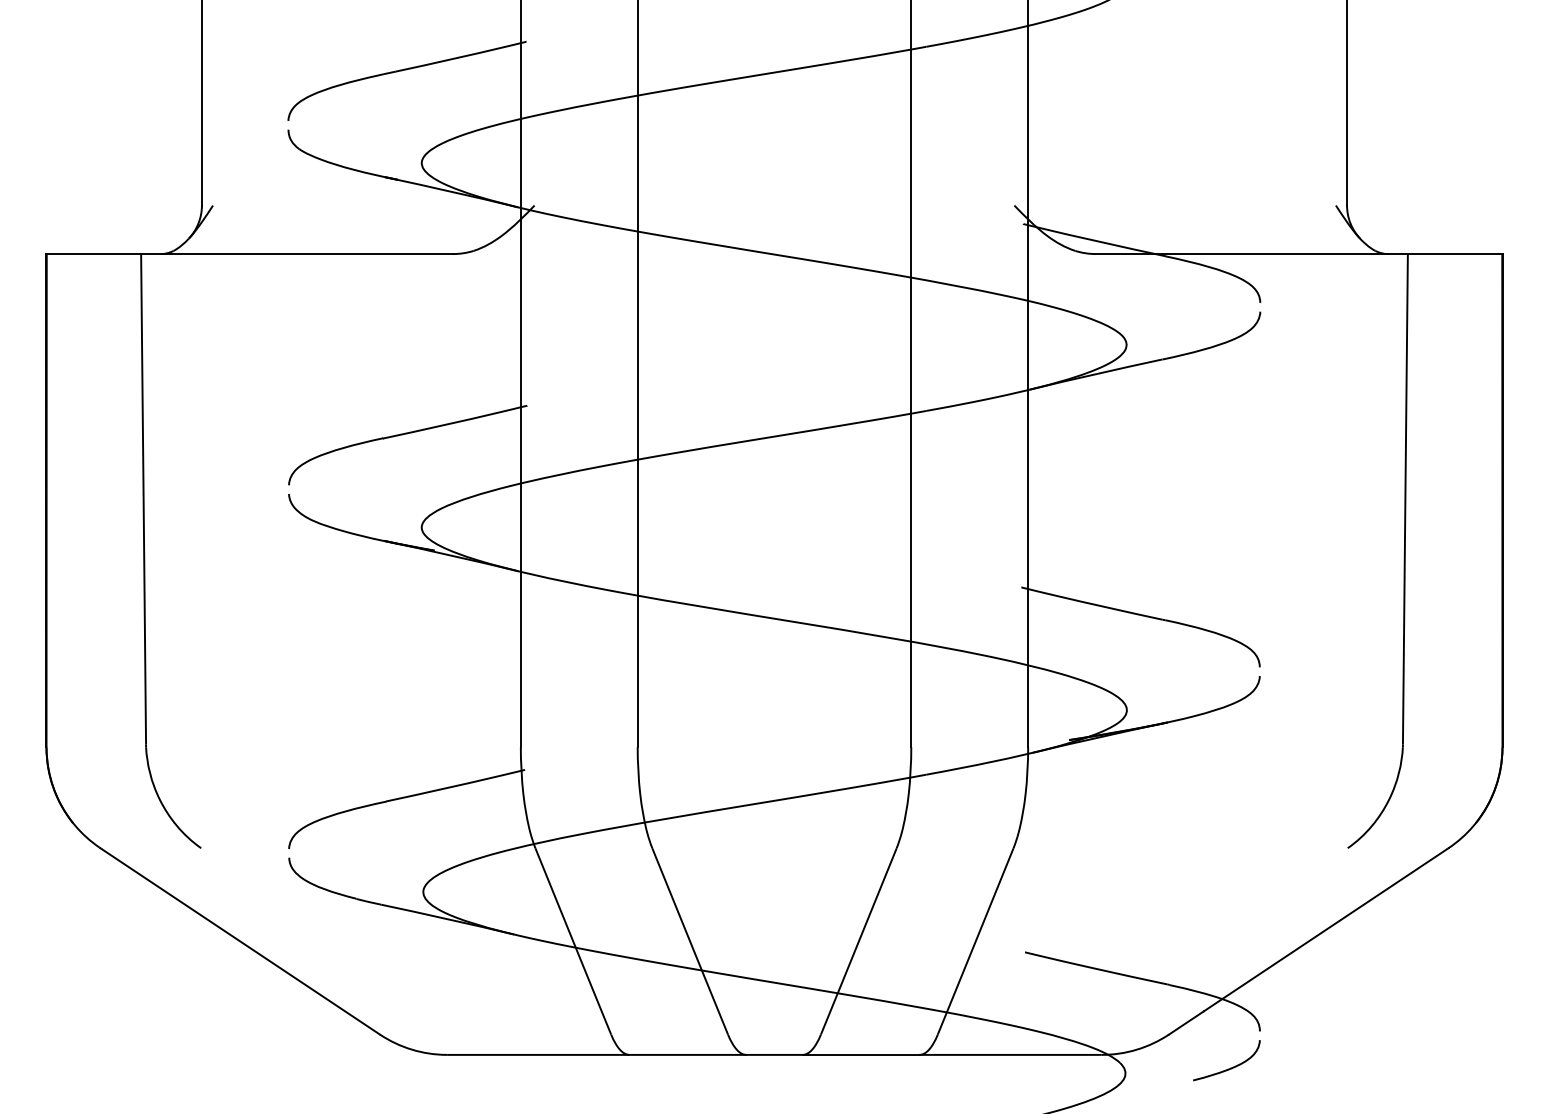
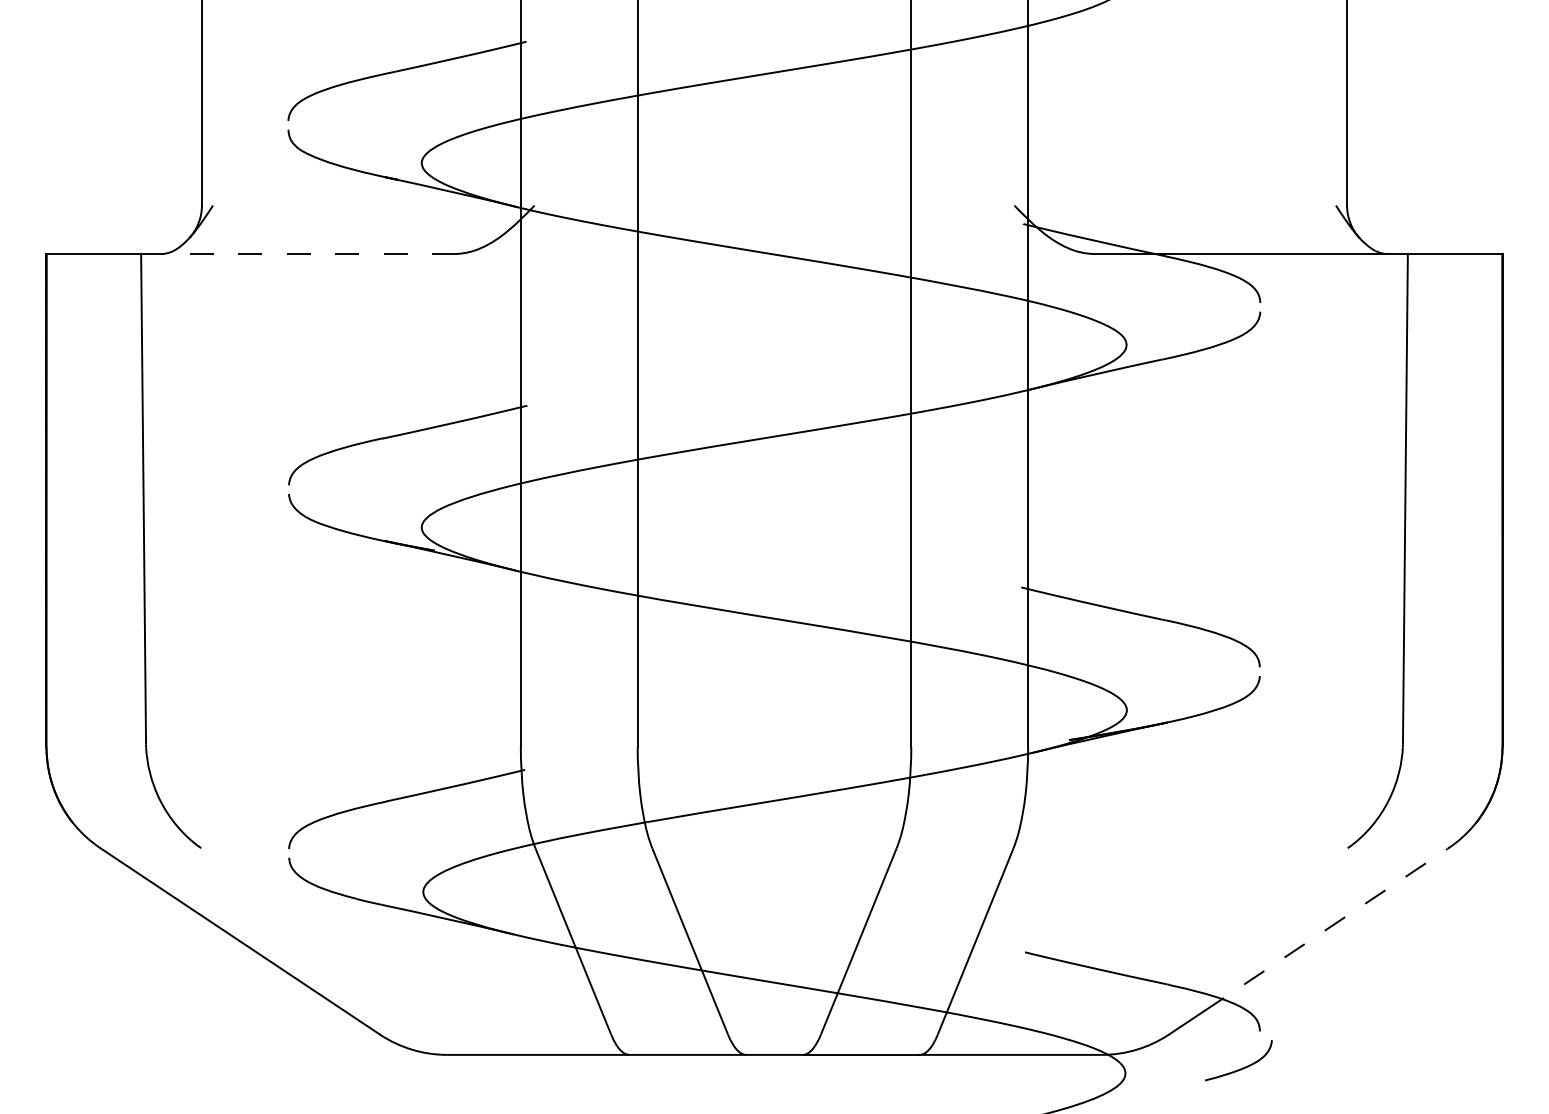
line at (297, 254): solid -> dashed
line at (1325, 930): solid -> dashed
curve at (1230, 1067) position: (1230, 1067) -> (1242, 1067)
